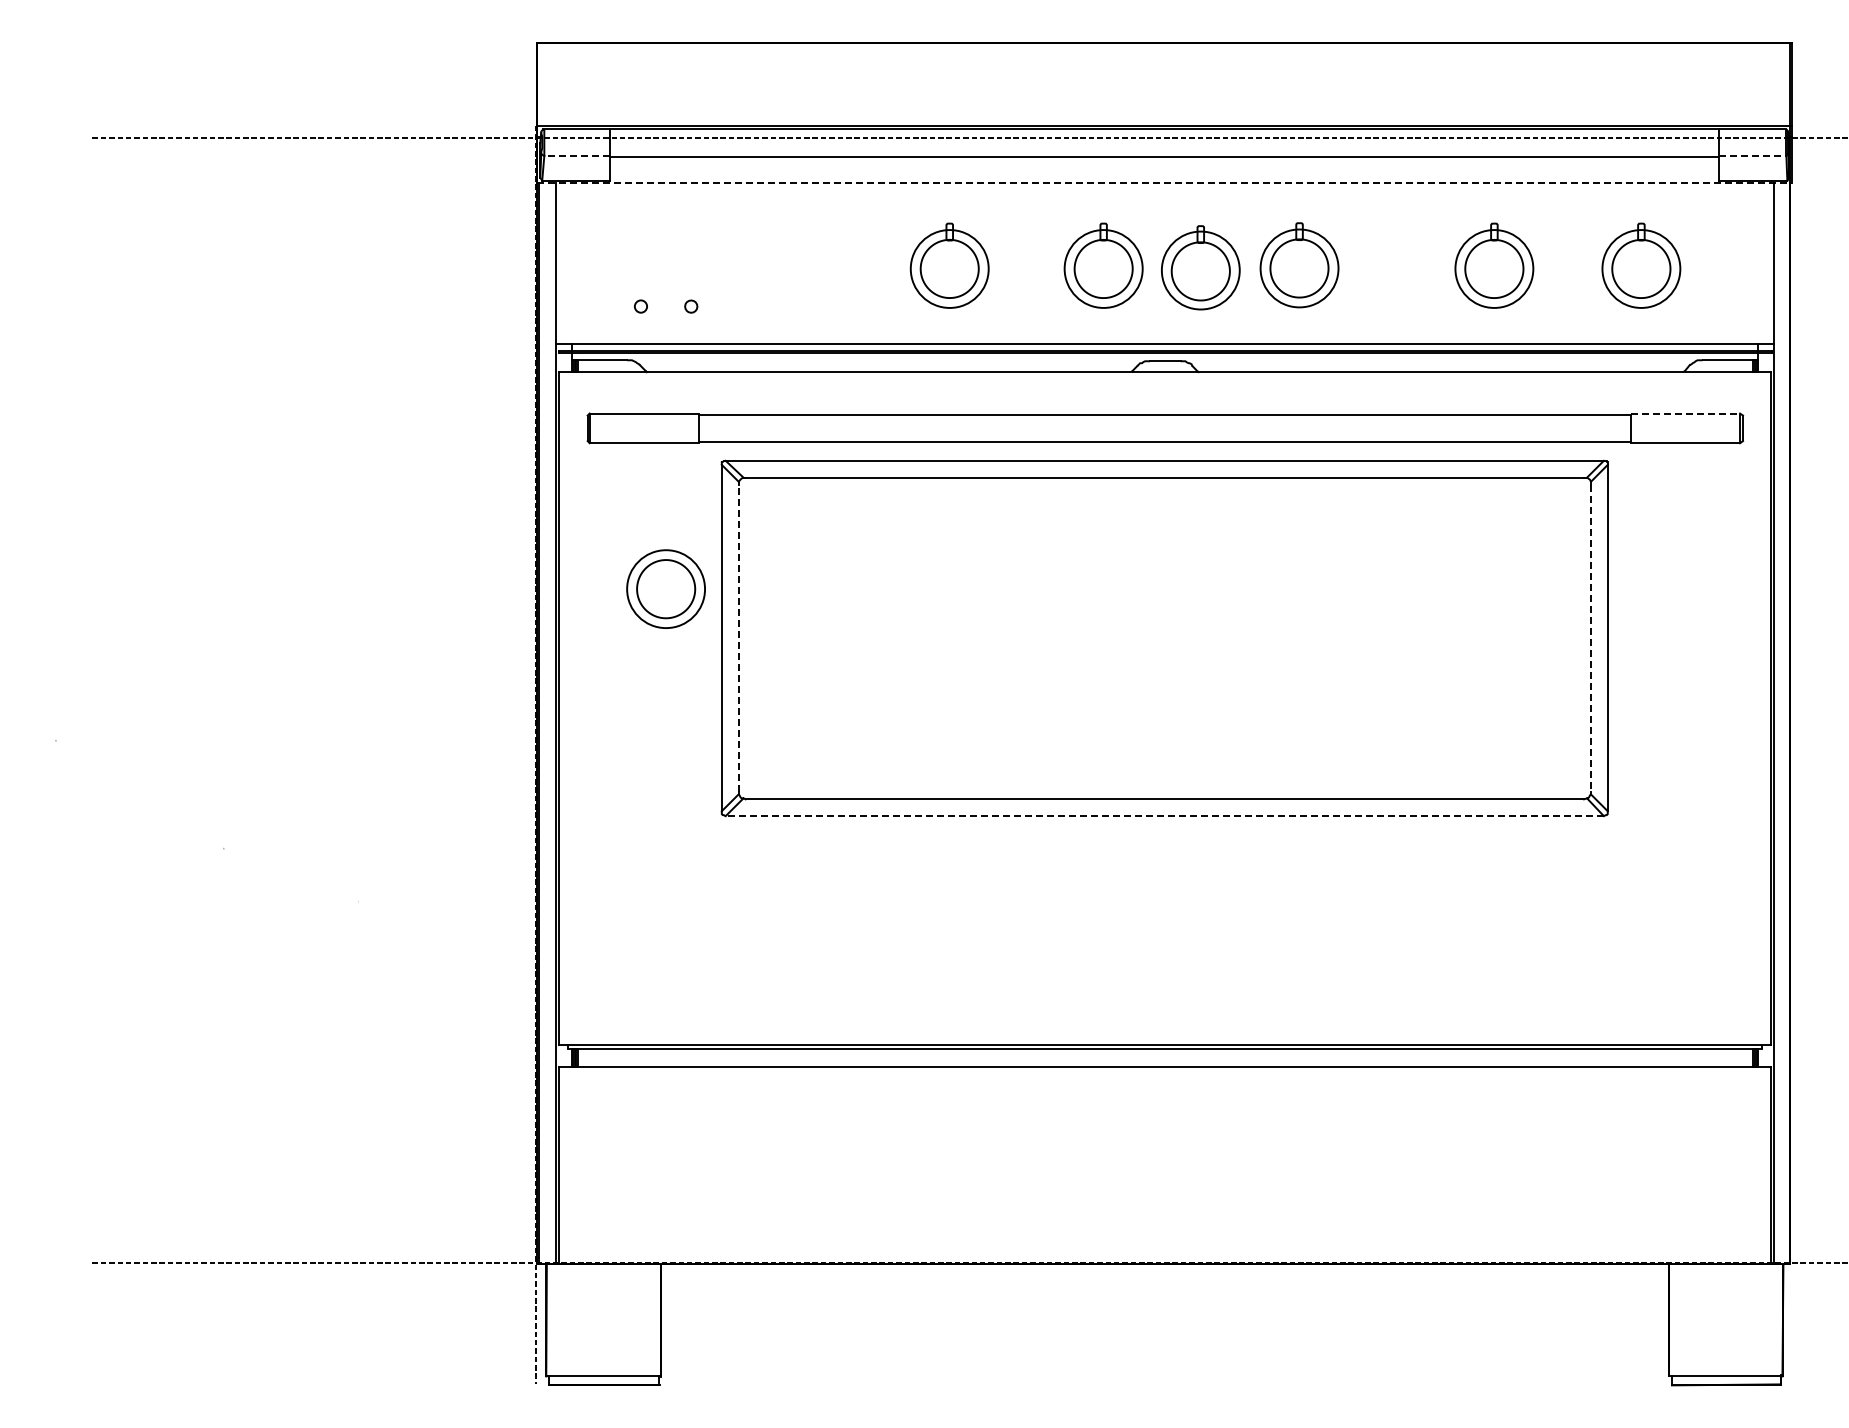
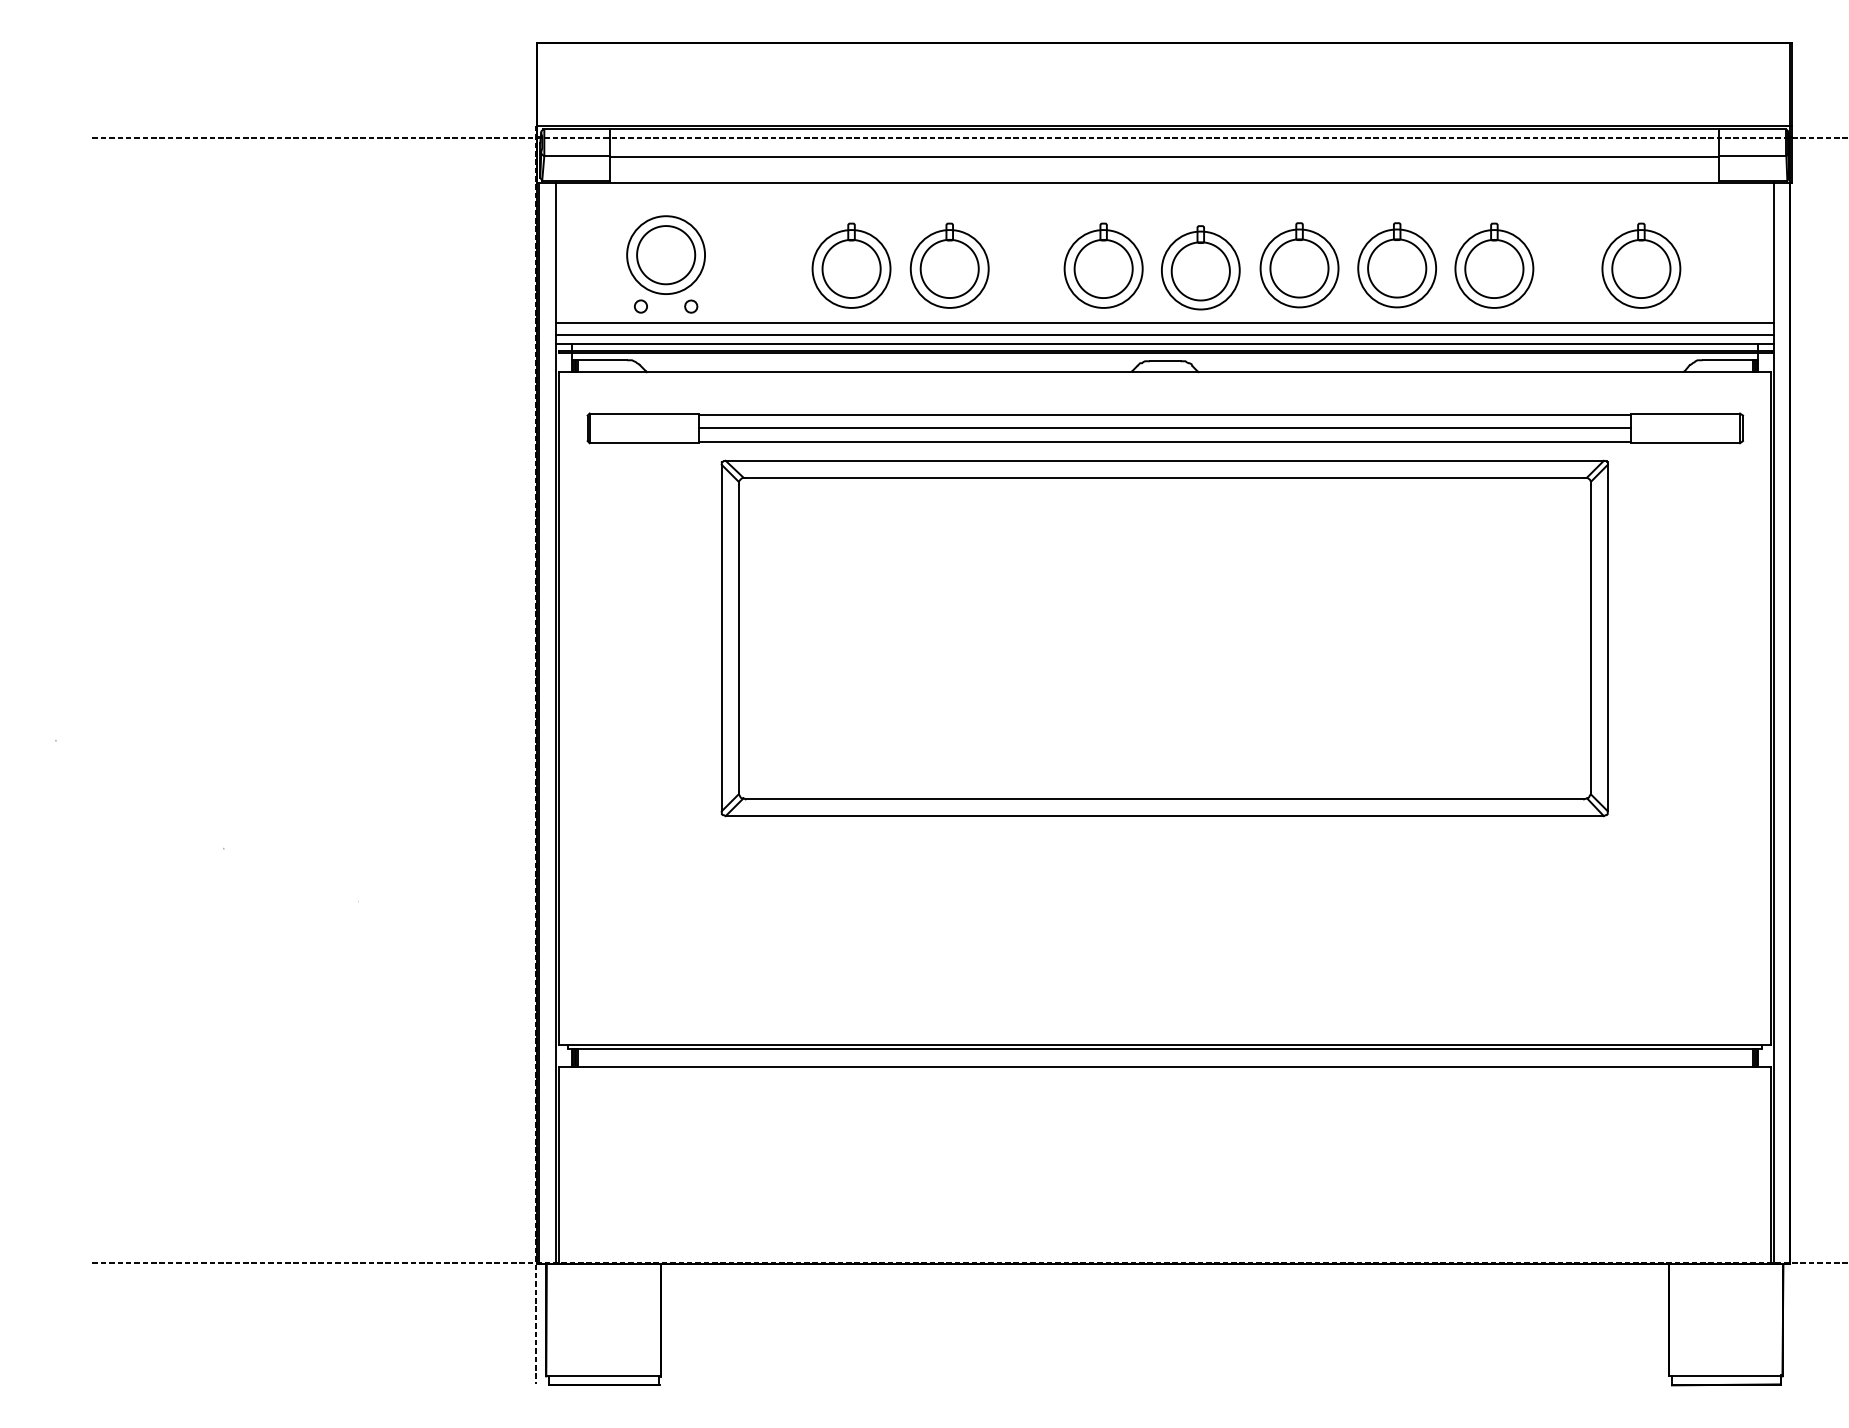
line at (576, 156): dashed -> solid
line at (1752, 156): dashed -> solid
line at (1165, 182): dashed -> solid
part at (851, 265): none -> present
part at (1396, 265): none -> present
line at (1165, 322): none -> present
line at (1165, 334): none -> present
line at (1685, 413): dashed -> solid
line at (1164, 428): none -> present
part at (665, 588) position: (665, 588) -> (665, 254)
line at (738, 638): dashed -> solid
line at (1591, 638): dashed -> solid
line at (1164, 816): dashed -> solid
